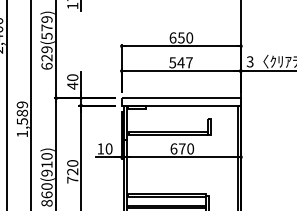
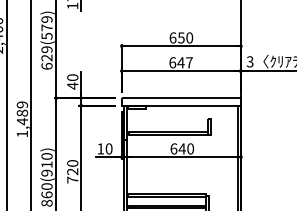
text at (172, 62): 547 -> 647
text at (22, 121): 1,589 -> 1,489
text at (181, 148): 670 -> 640
